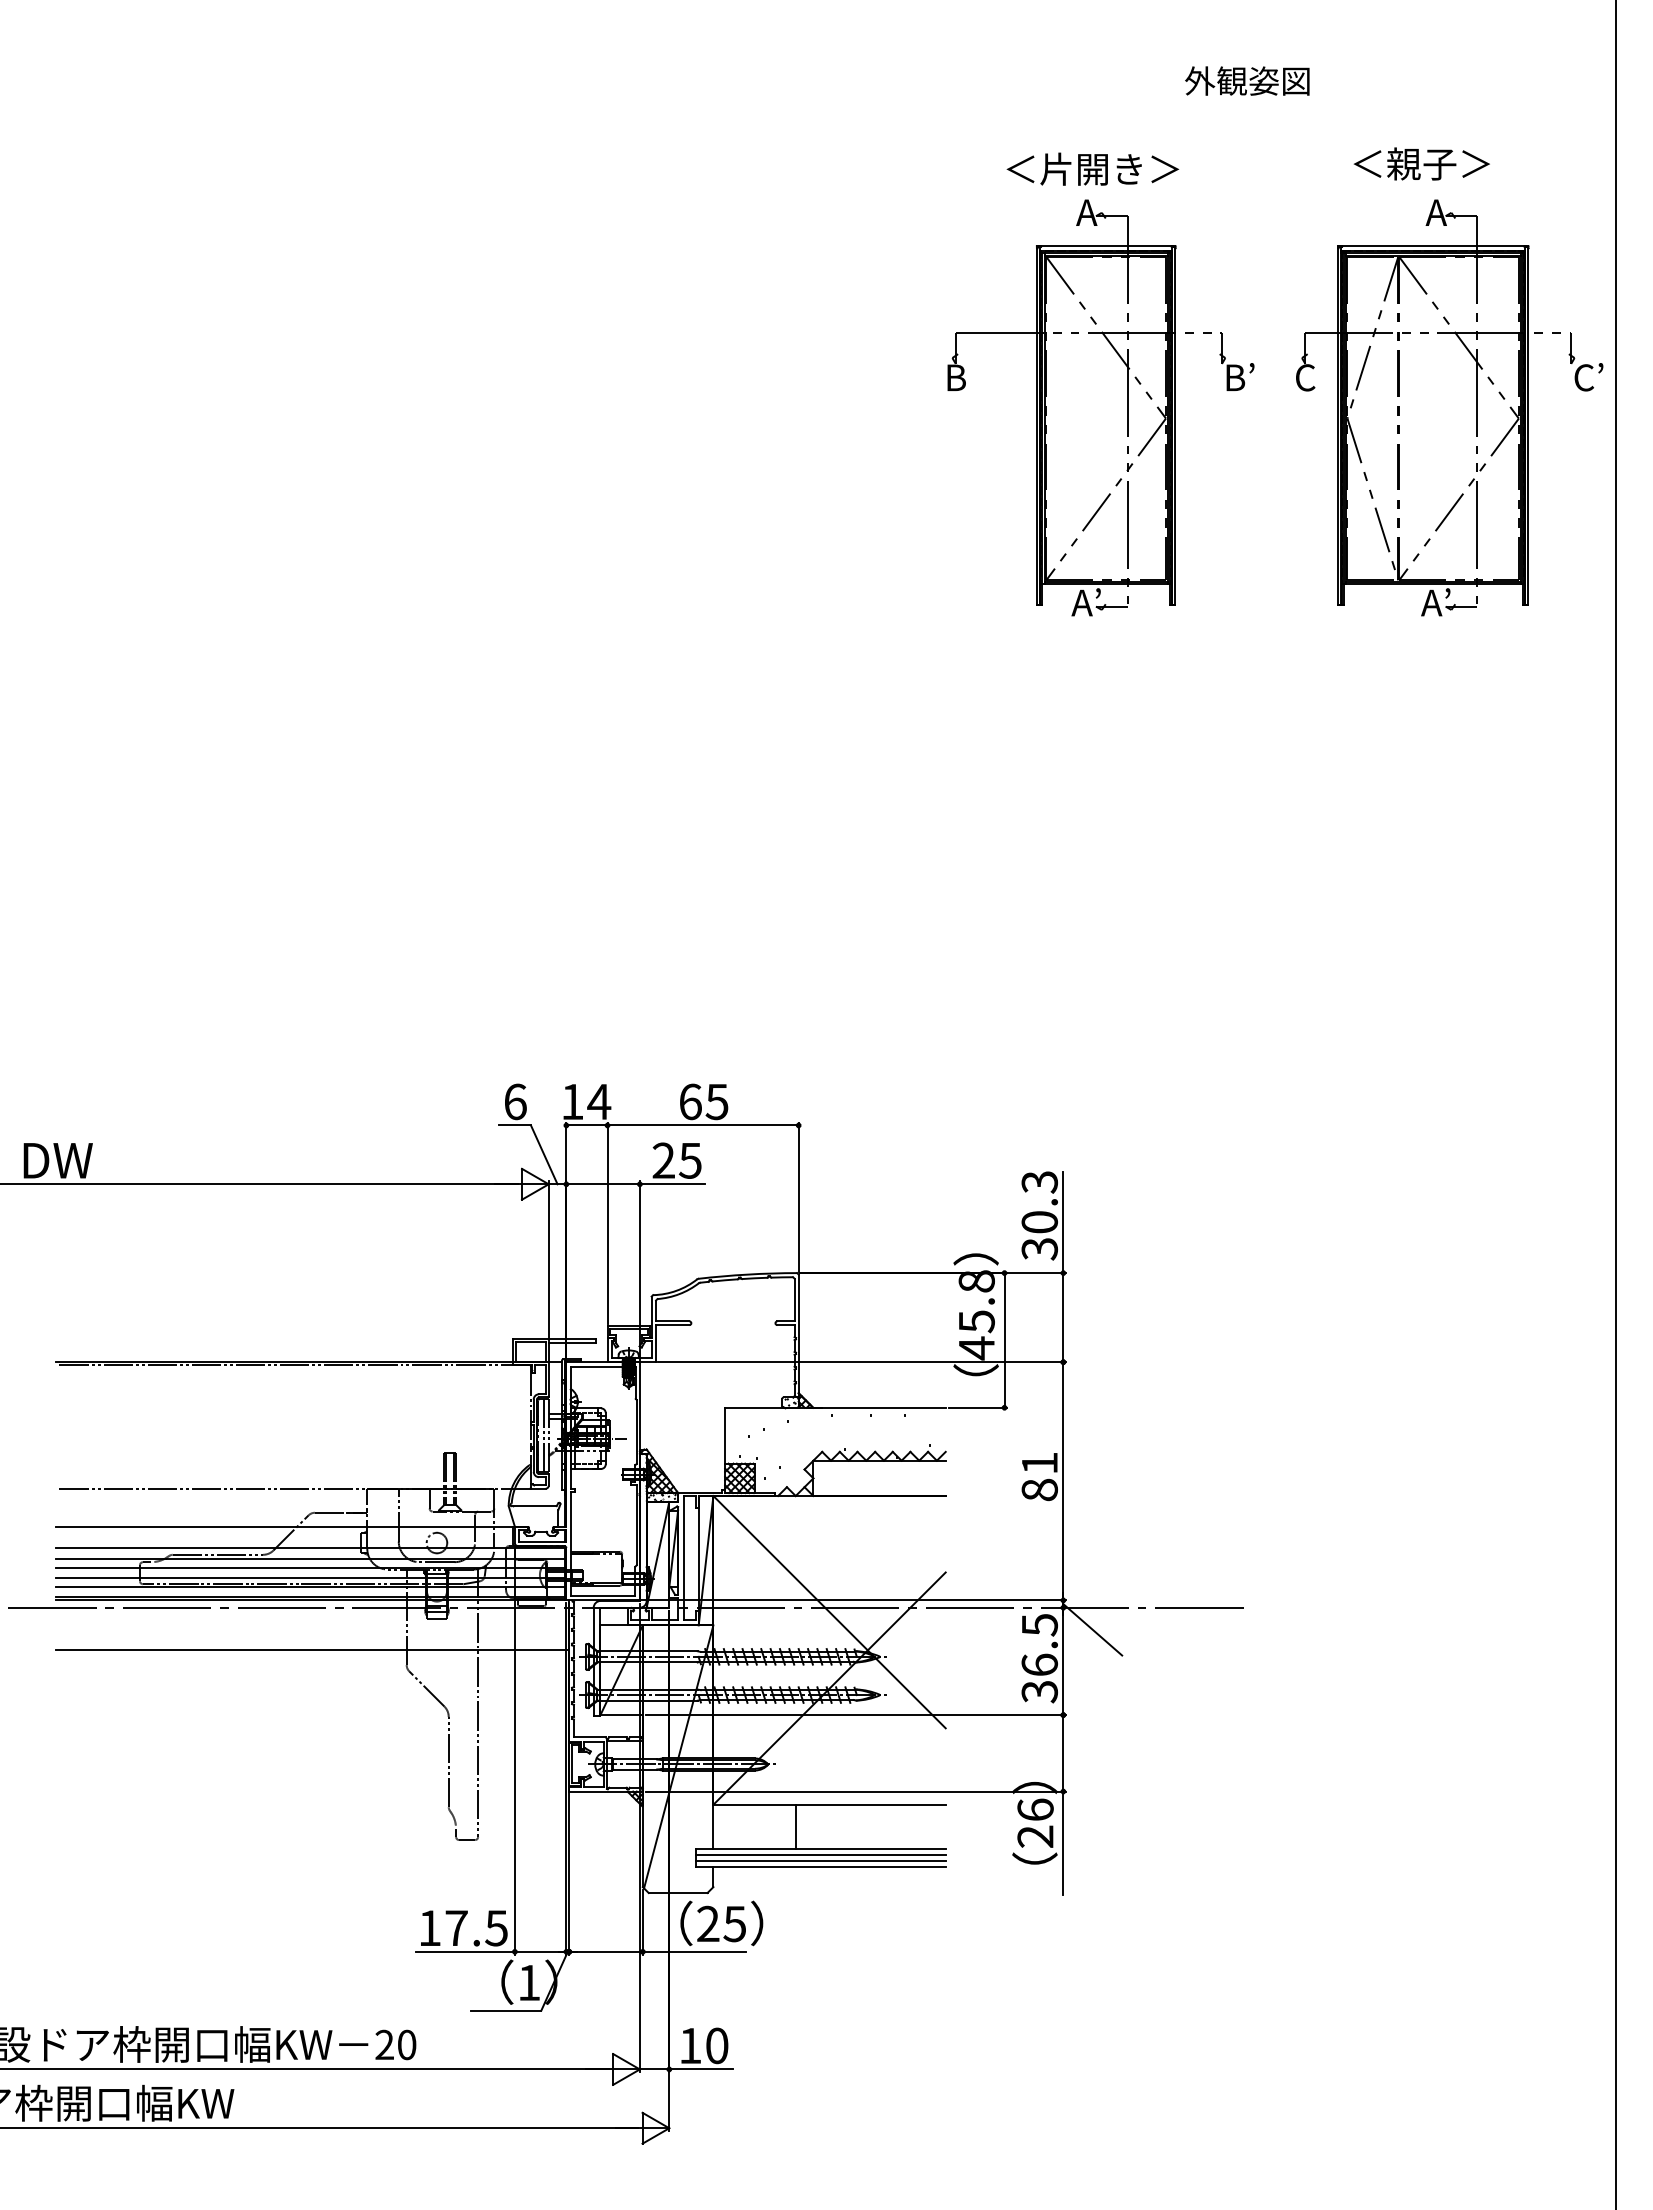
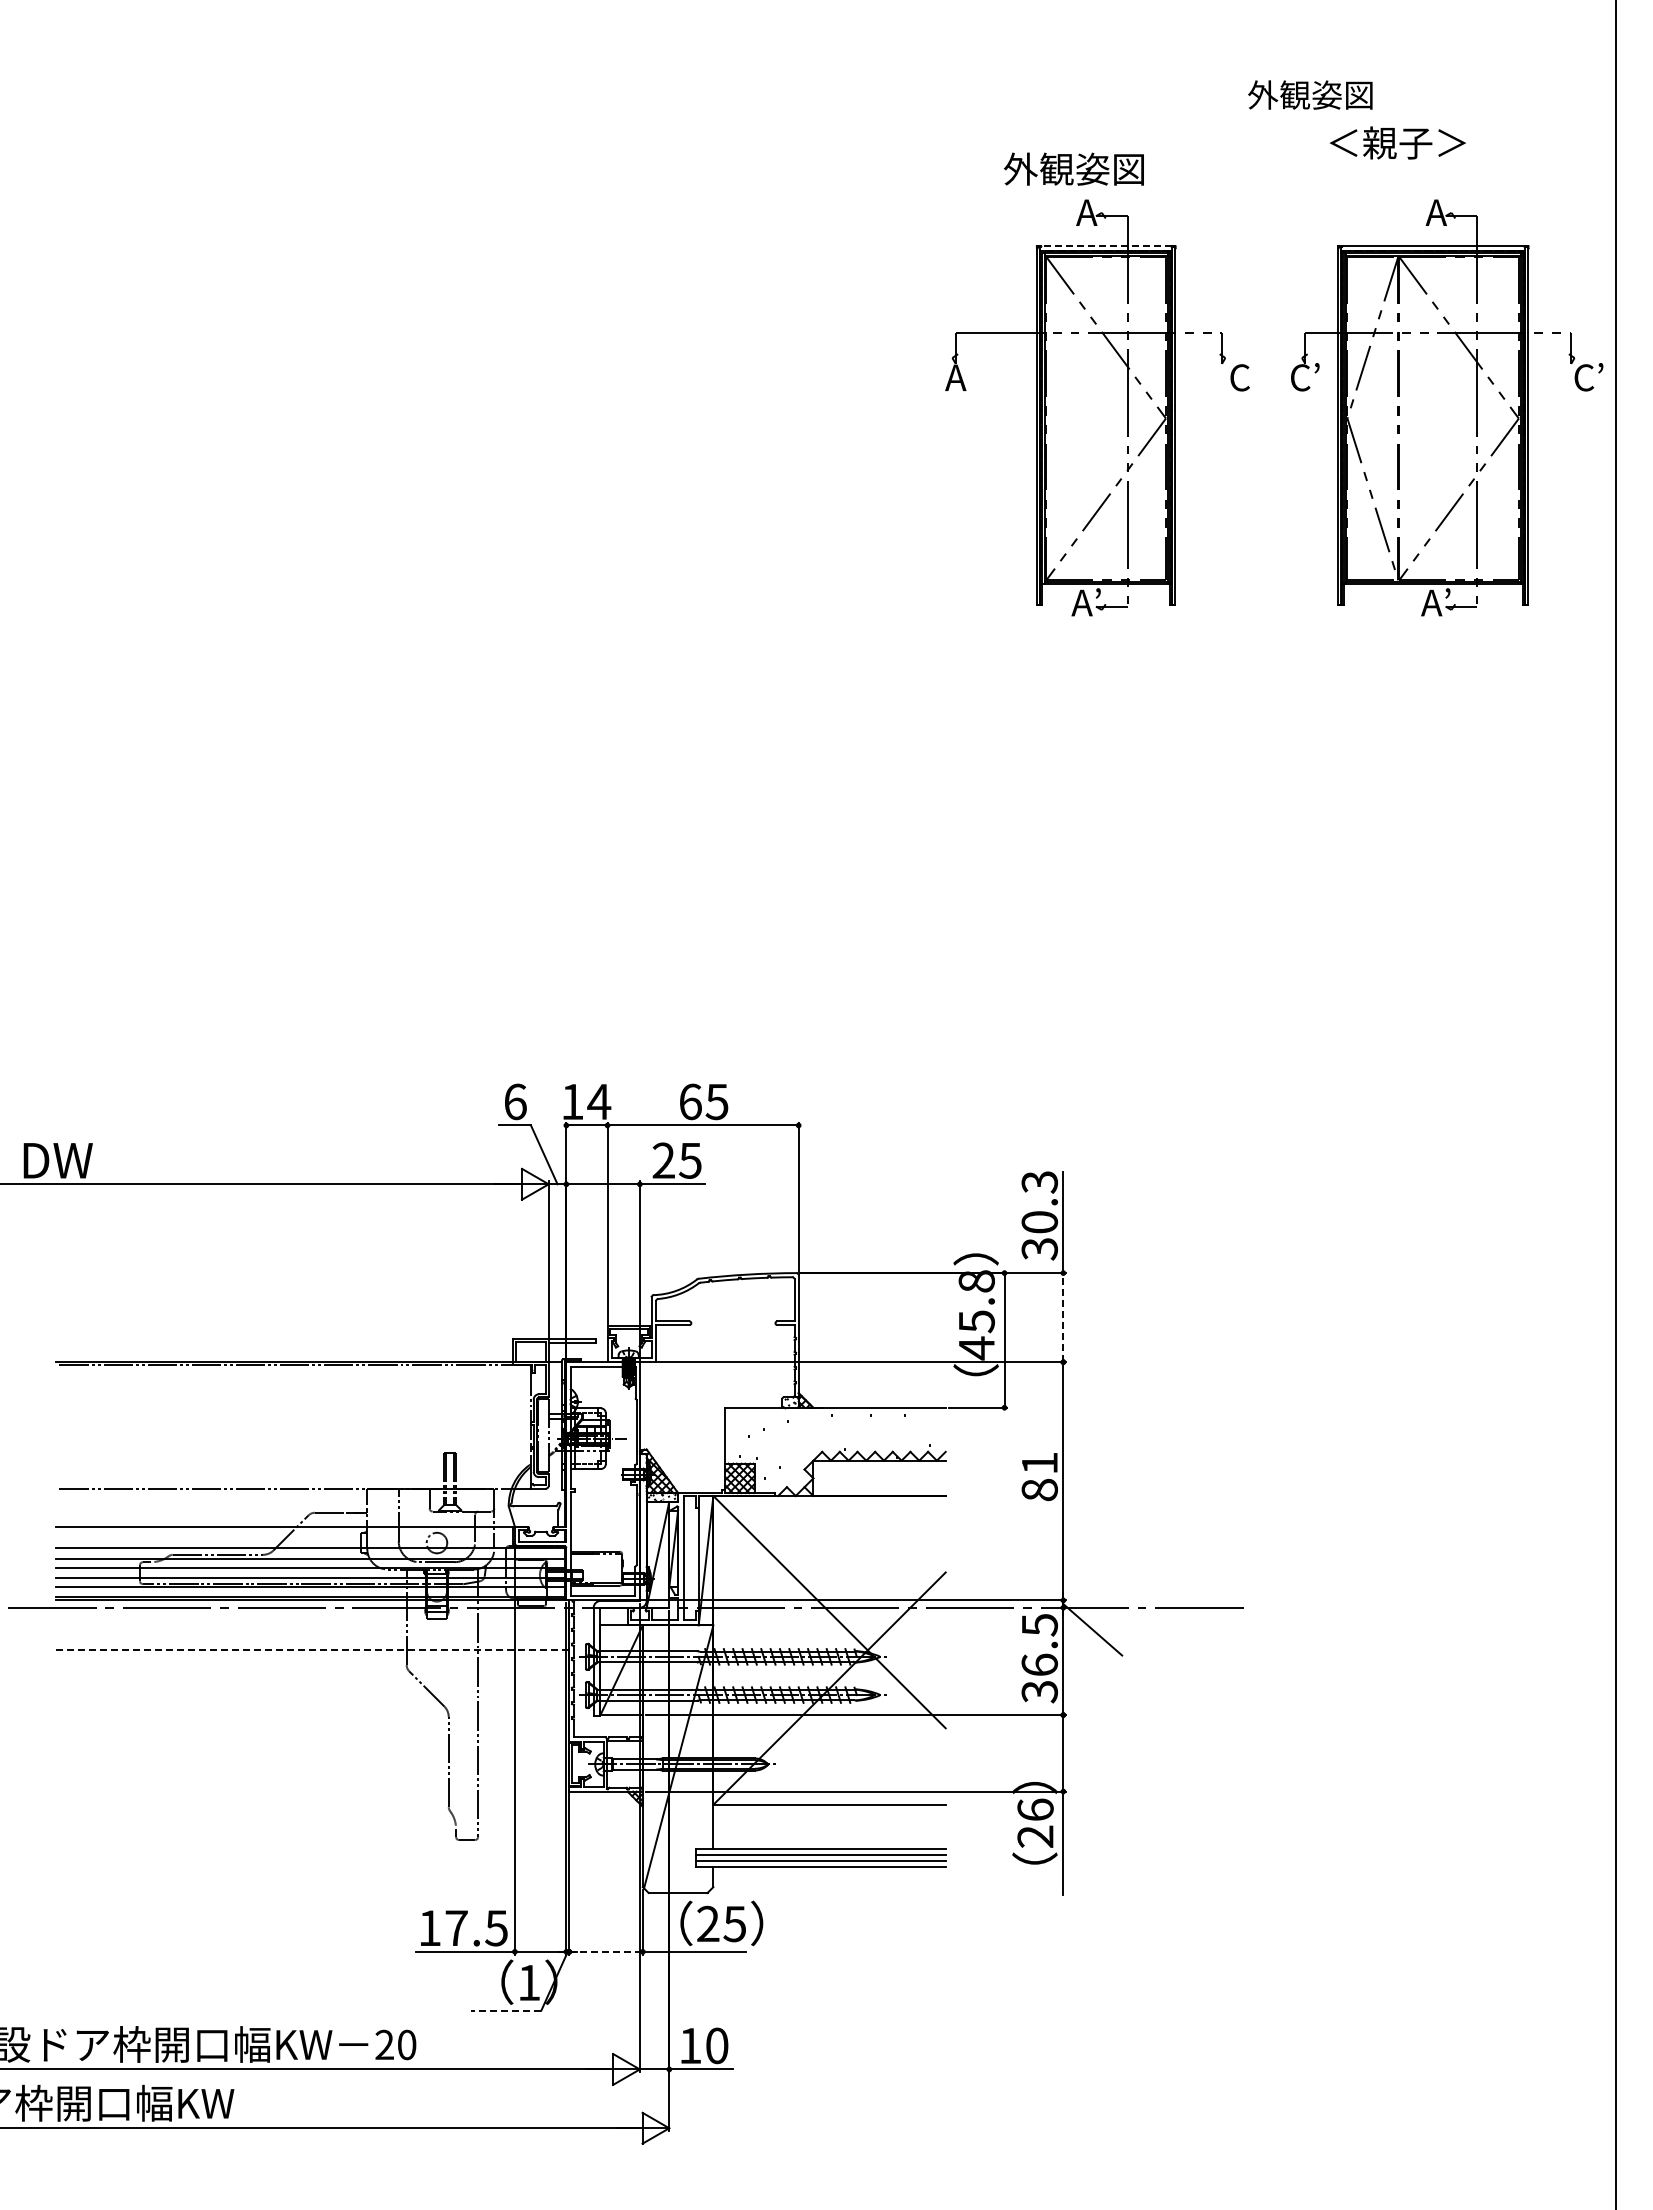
text at (1247, 80) position: (1247, 80) -> (1310, 94)
text at (1421, 163) position: (1421, 163) -> (1397, 142)
text at (1091, 168): ＜片開き＞ -> 外観姿図
line at (1106, 246): solid -> dashed
text at (955, 377): B -> A
text at (1240, 377): B’ -> C
text at (1305, 377): C -> C’
line at (1063, 1317): solid -> dashed
line at (544, 1435): present -> none
line at (312, 1649): solid -> dashed
line at (795, 1826): present -> none
line at (606, 1951): solid -> dashed
line at (505, 2010): solid -> dashed
